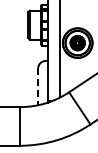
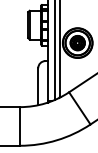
line at (55, 50): none -> present
line at (38, 87): dashed -> solid
